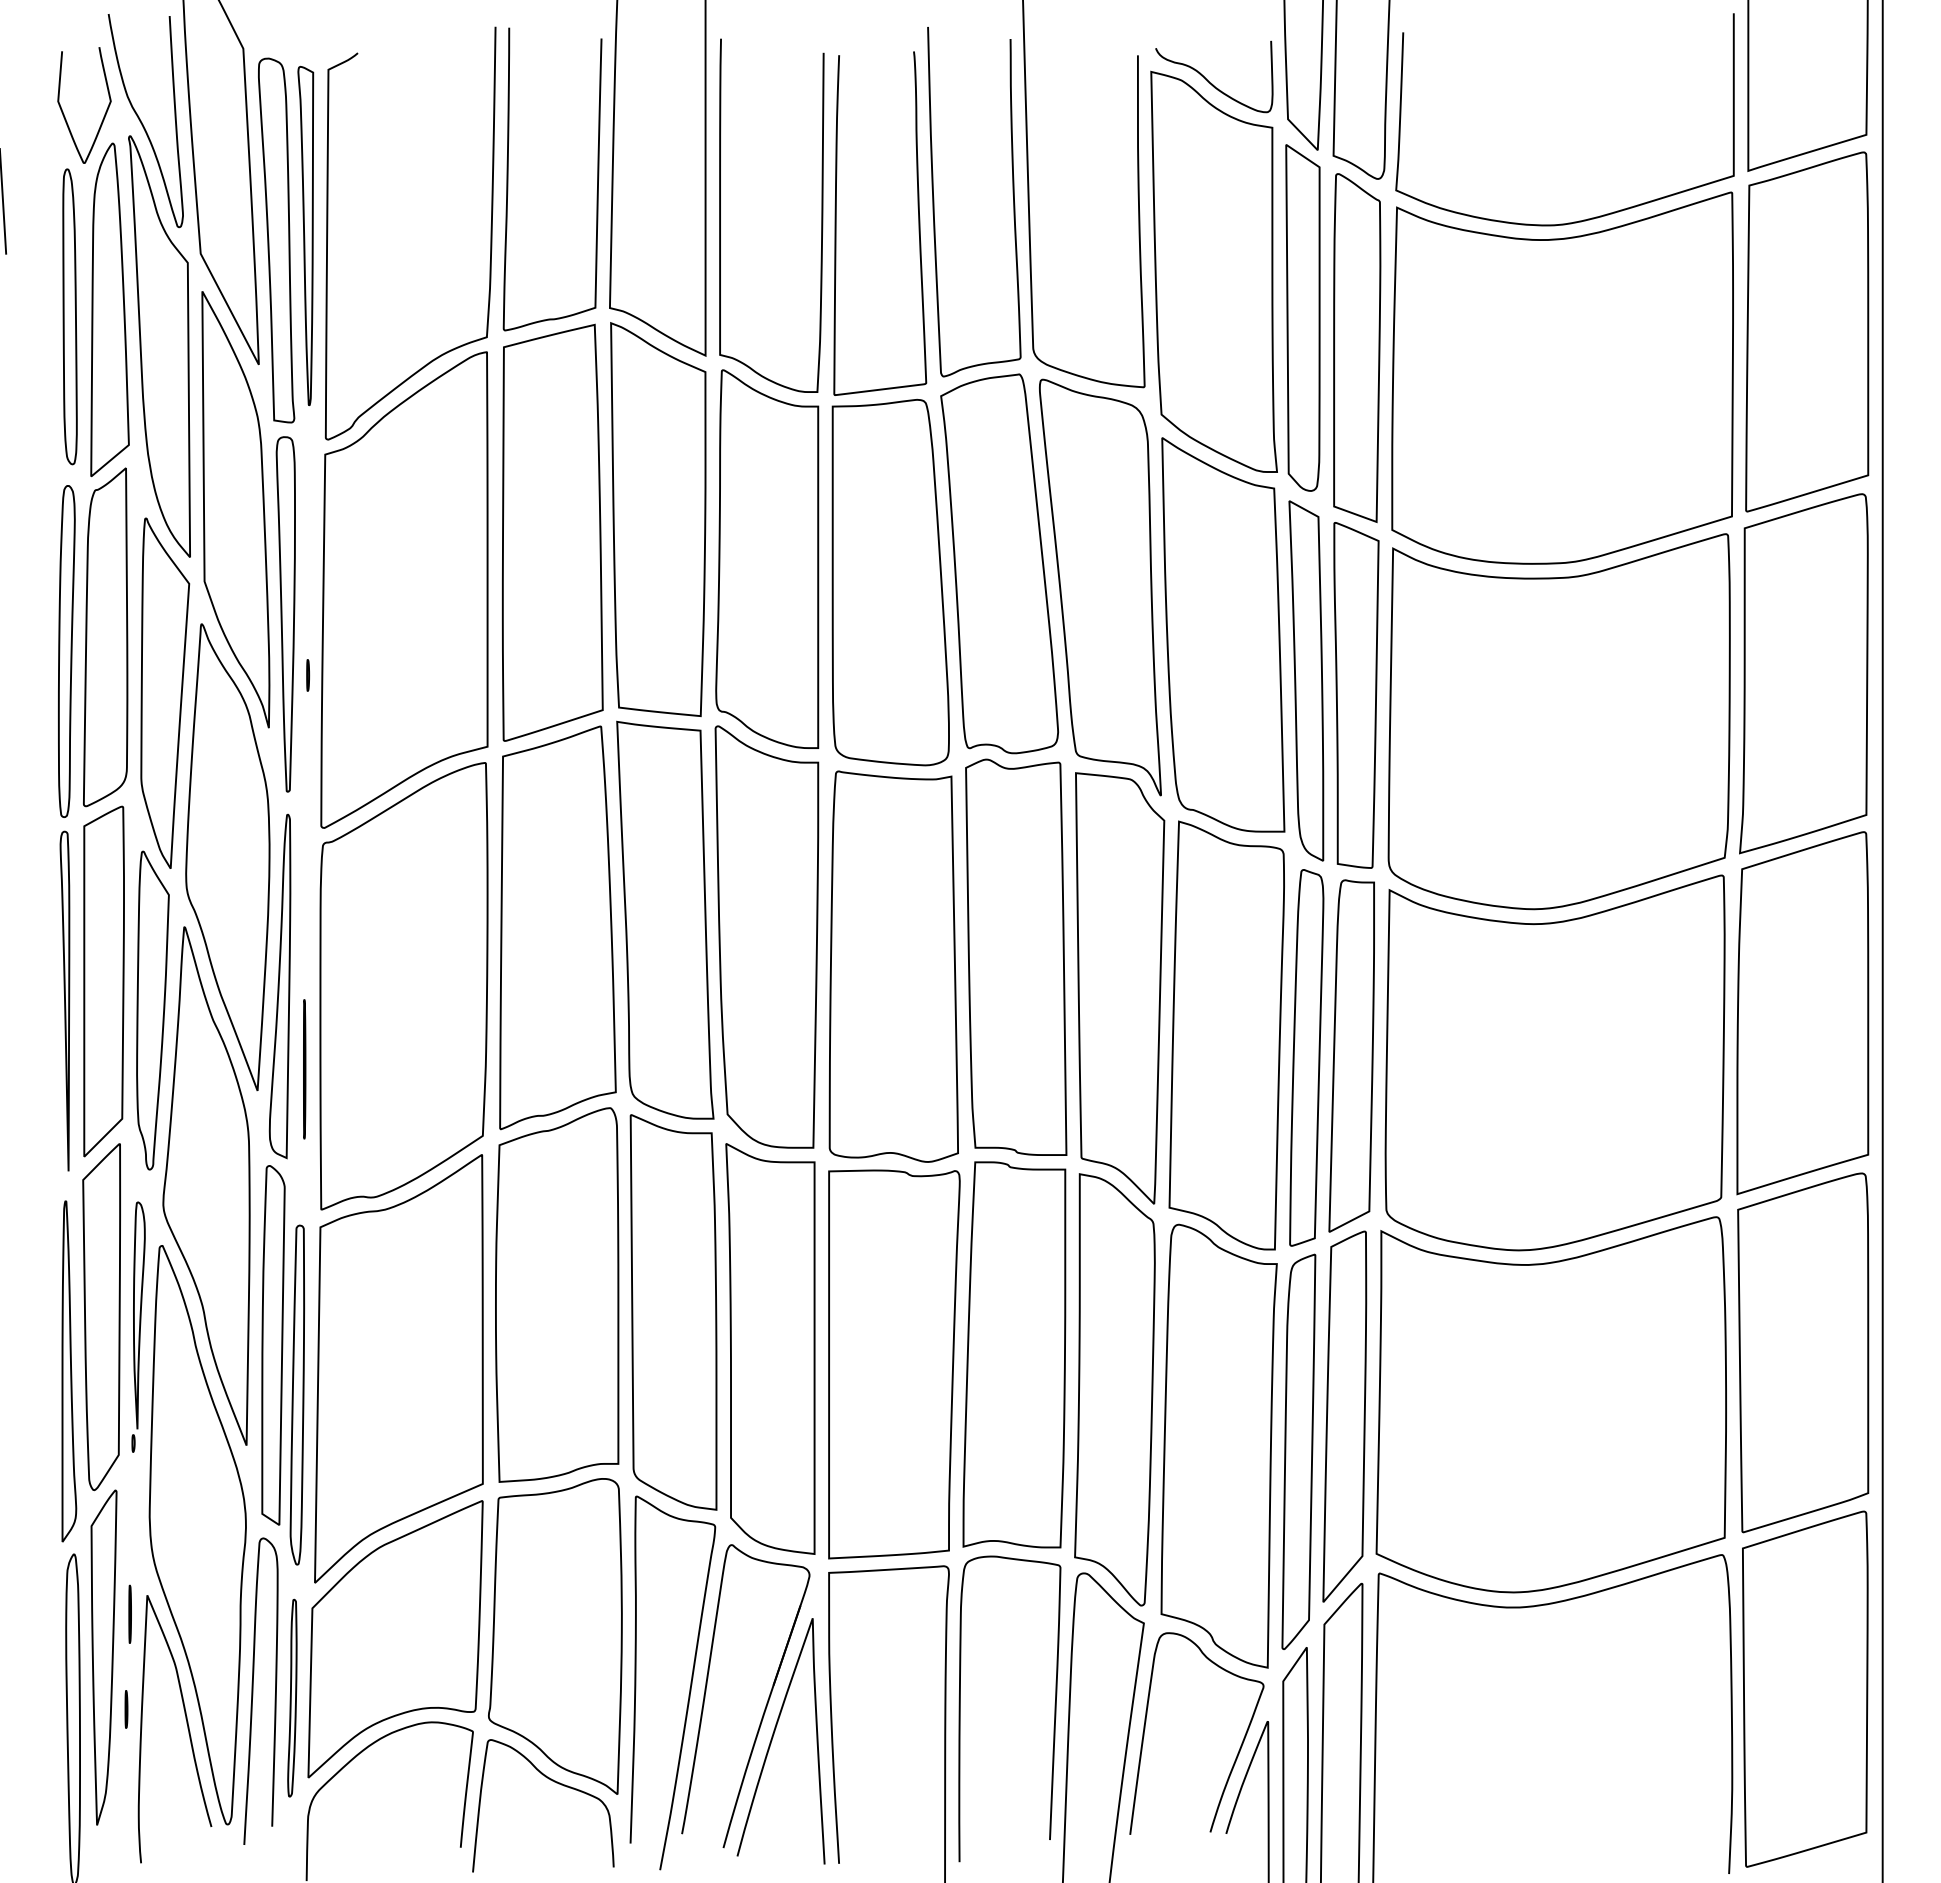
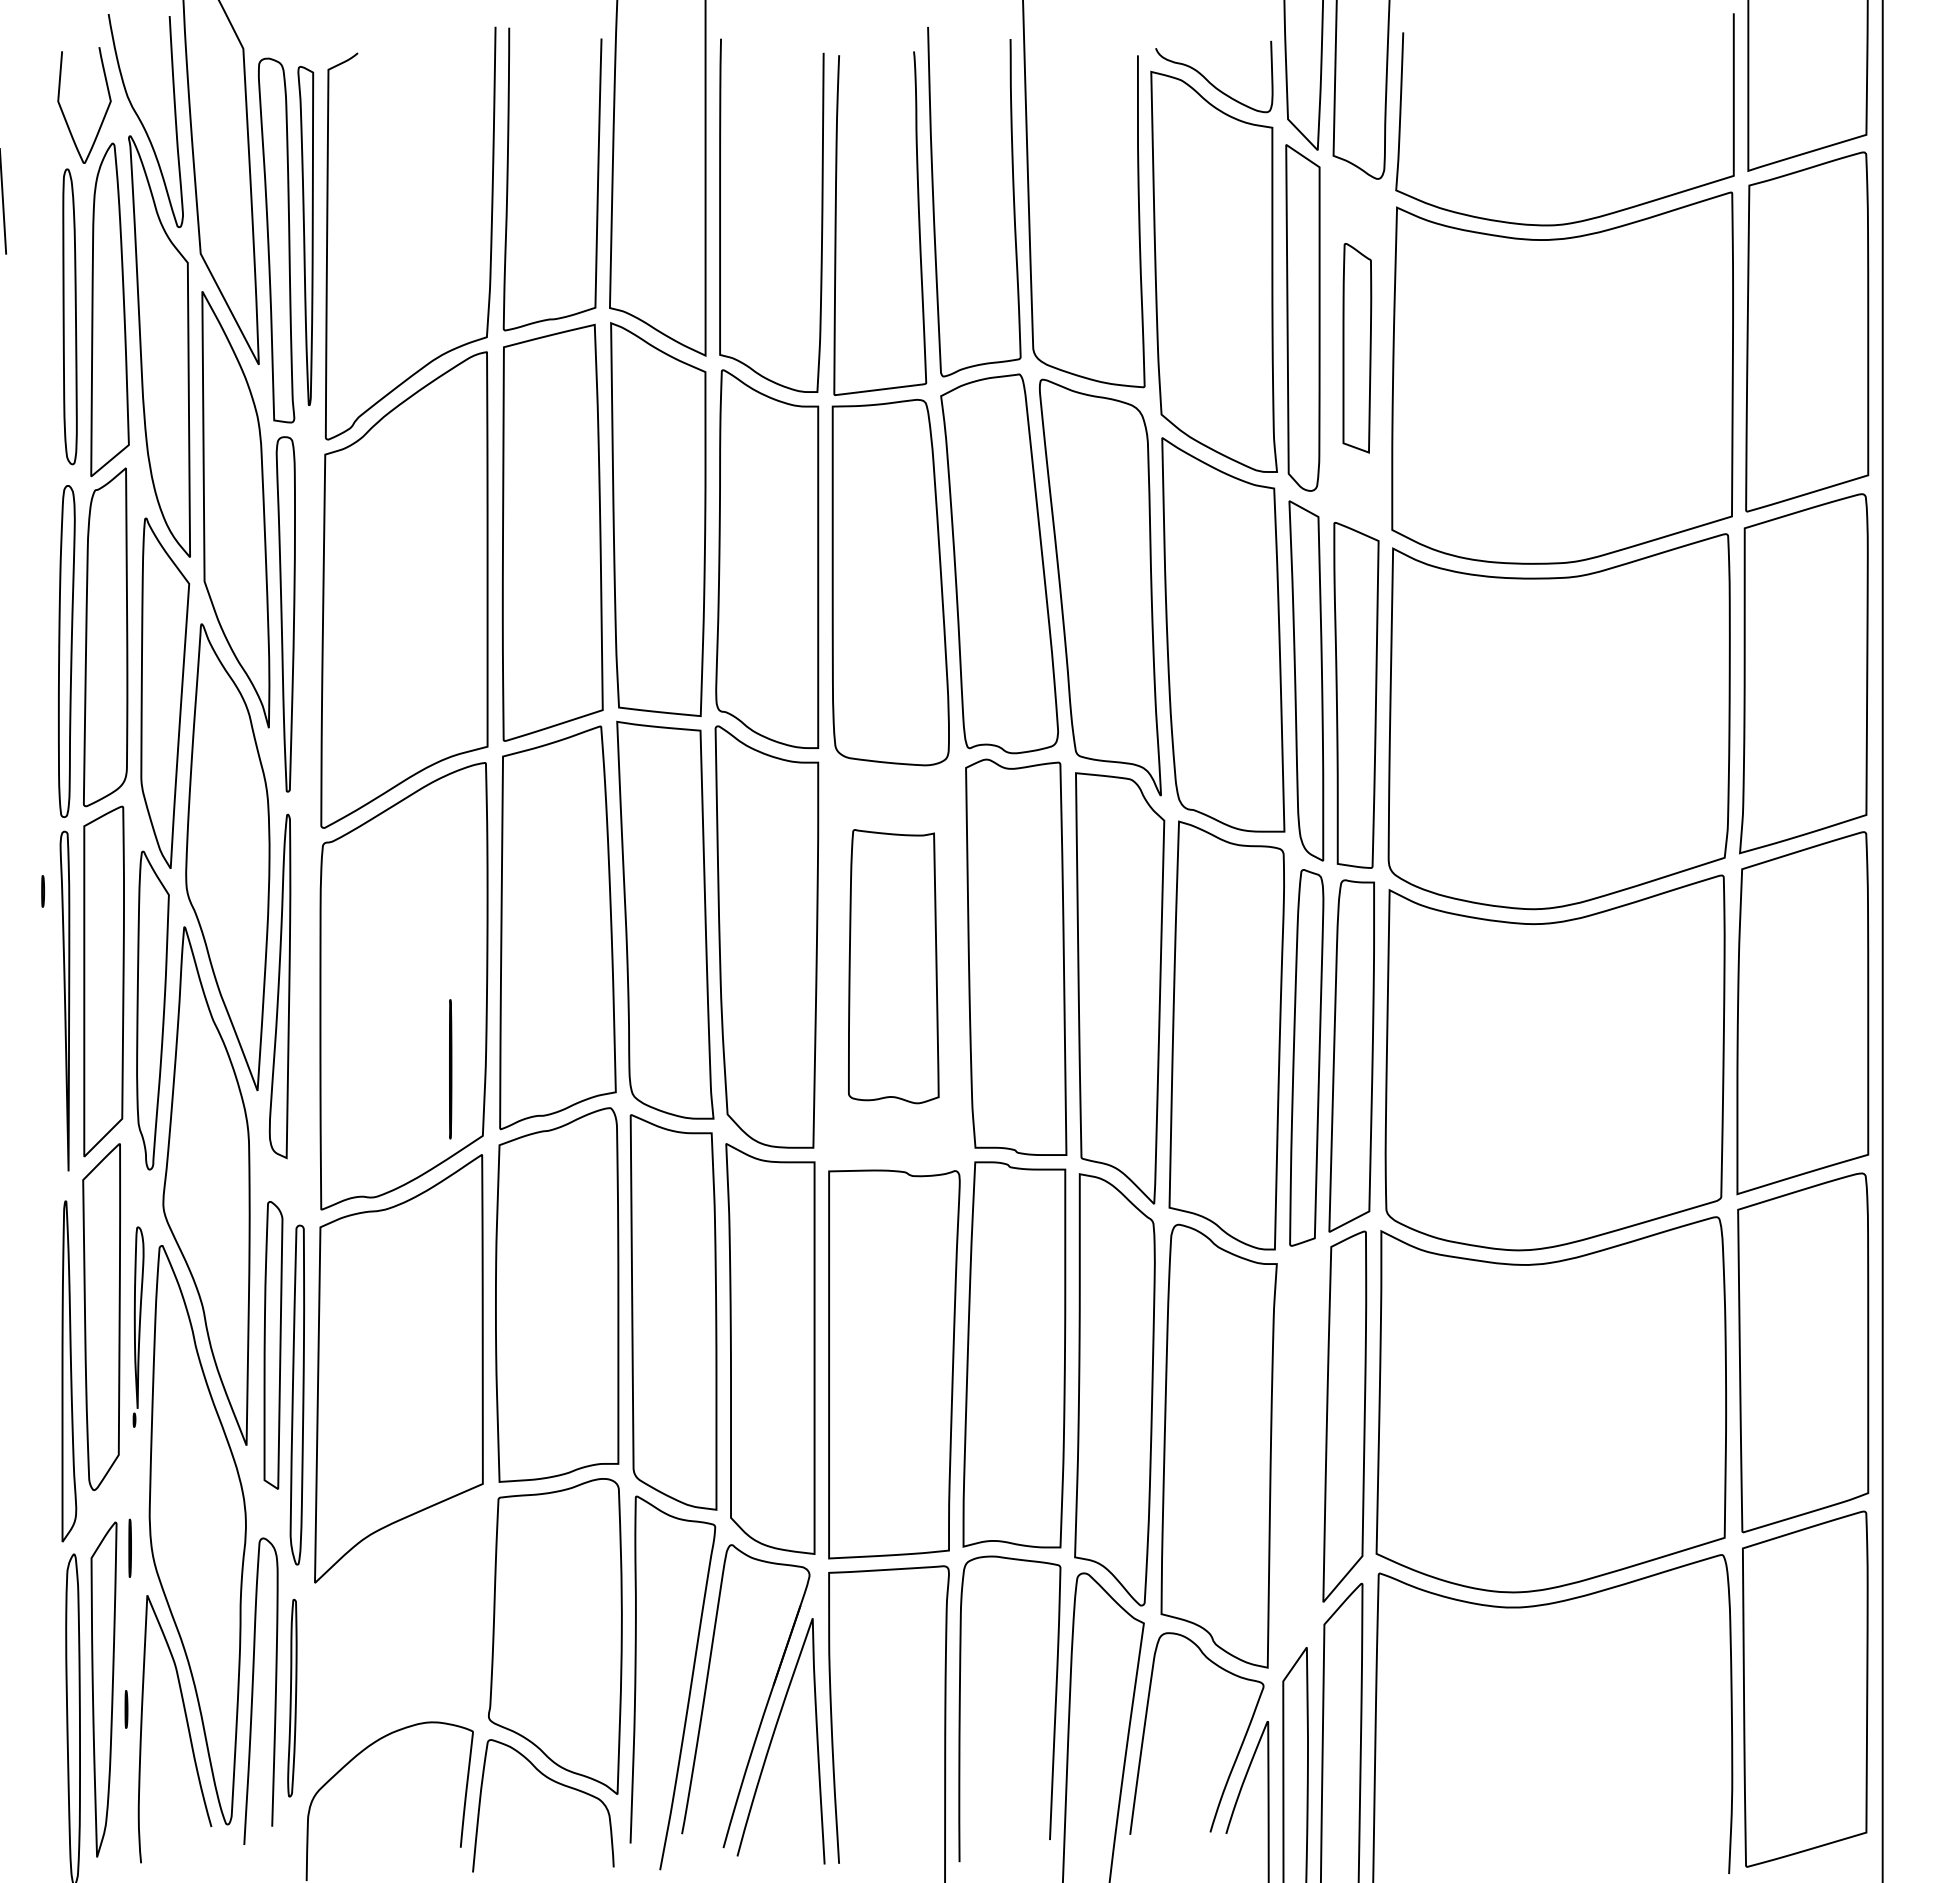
part at (1357, 348) size: 49x351 px -> 31x211 px
line at (307, 675) position: (307, 675) -> (42, 891)
part at (893, 966) size: 131x393 px -> 92x276 px
line at (304, 1069) position: (304, 1069) -> (450, 1069)
part at (138, 1326) size: 15x252 px -> 13x202 px
part at (273, 1345) size: 25x361 px -> 21x289 px
part at (1298, 1451): present -> none
line at (129, 1613) position: (129, 1613) -> (129, 1547)
part at (395, 1639): present -> none
part at (103, 1657) position: (103, 1657) -> (103, 1689)
